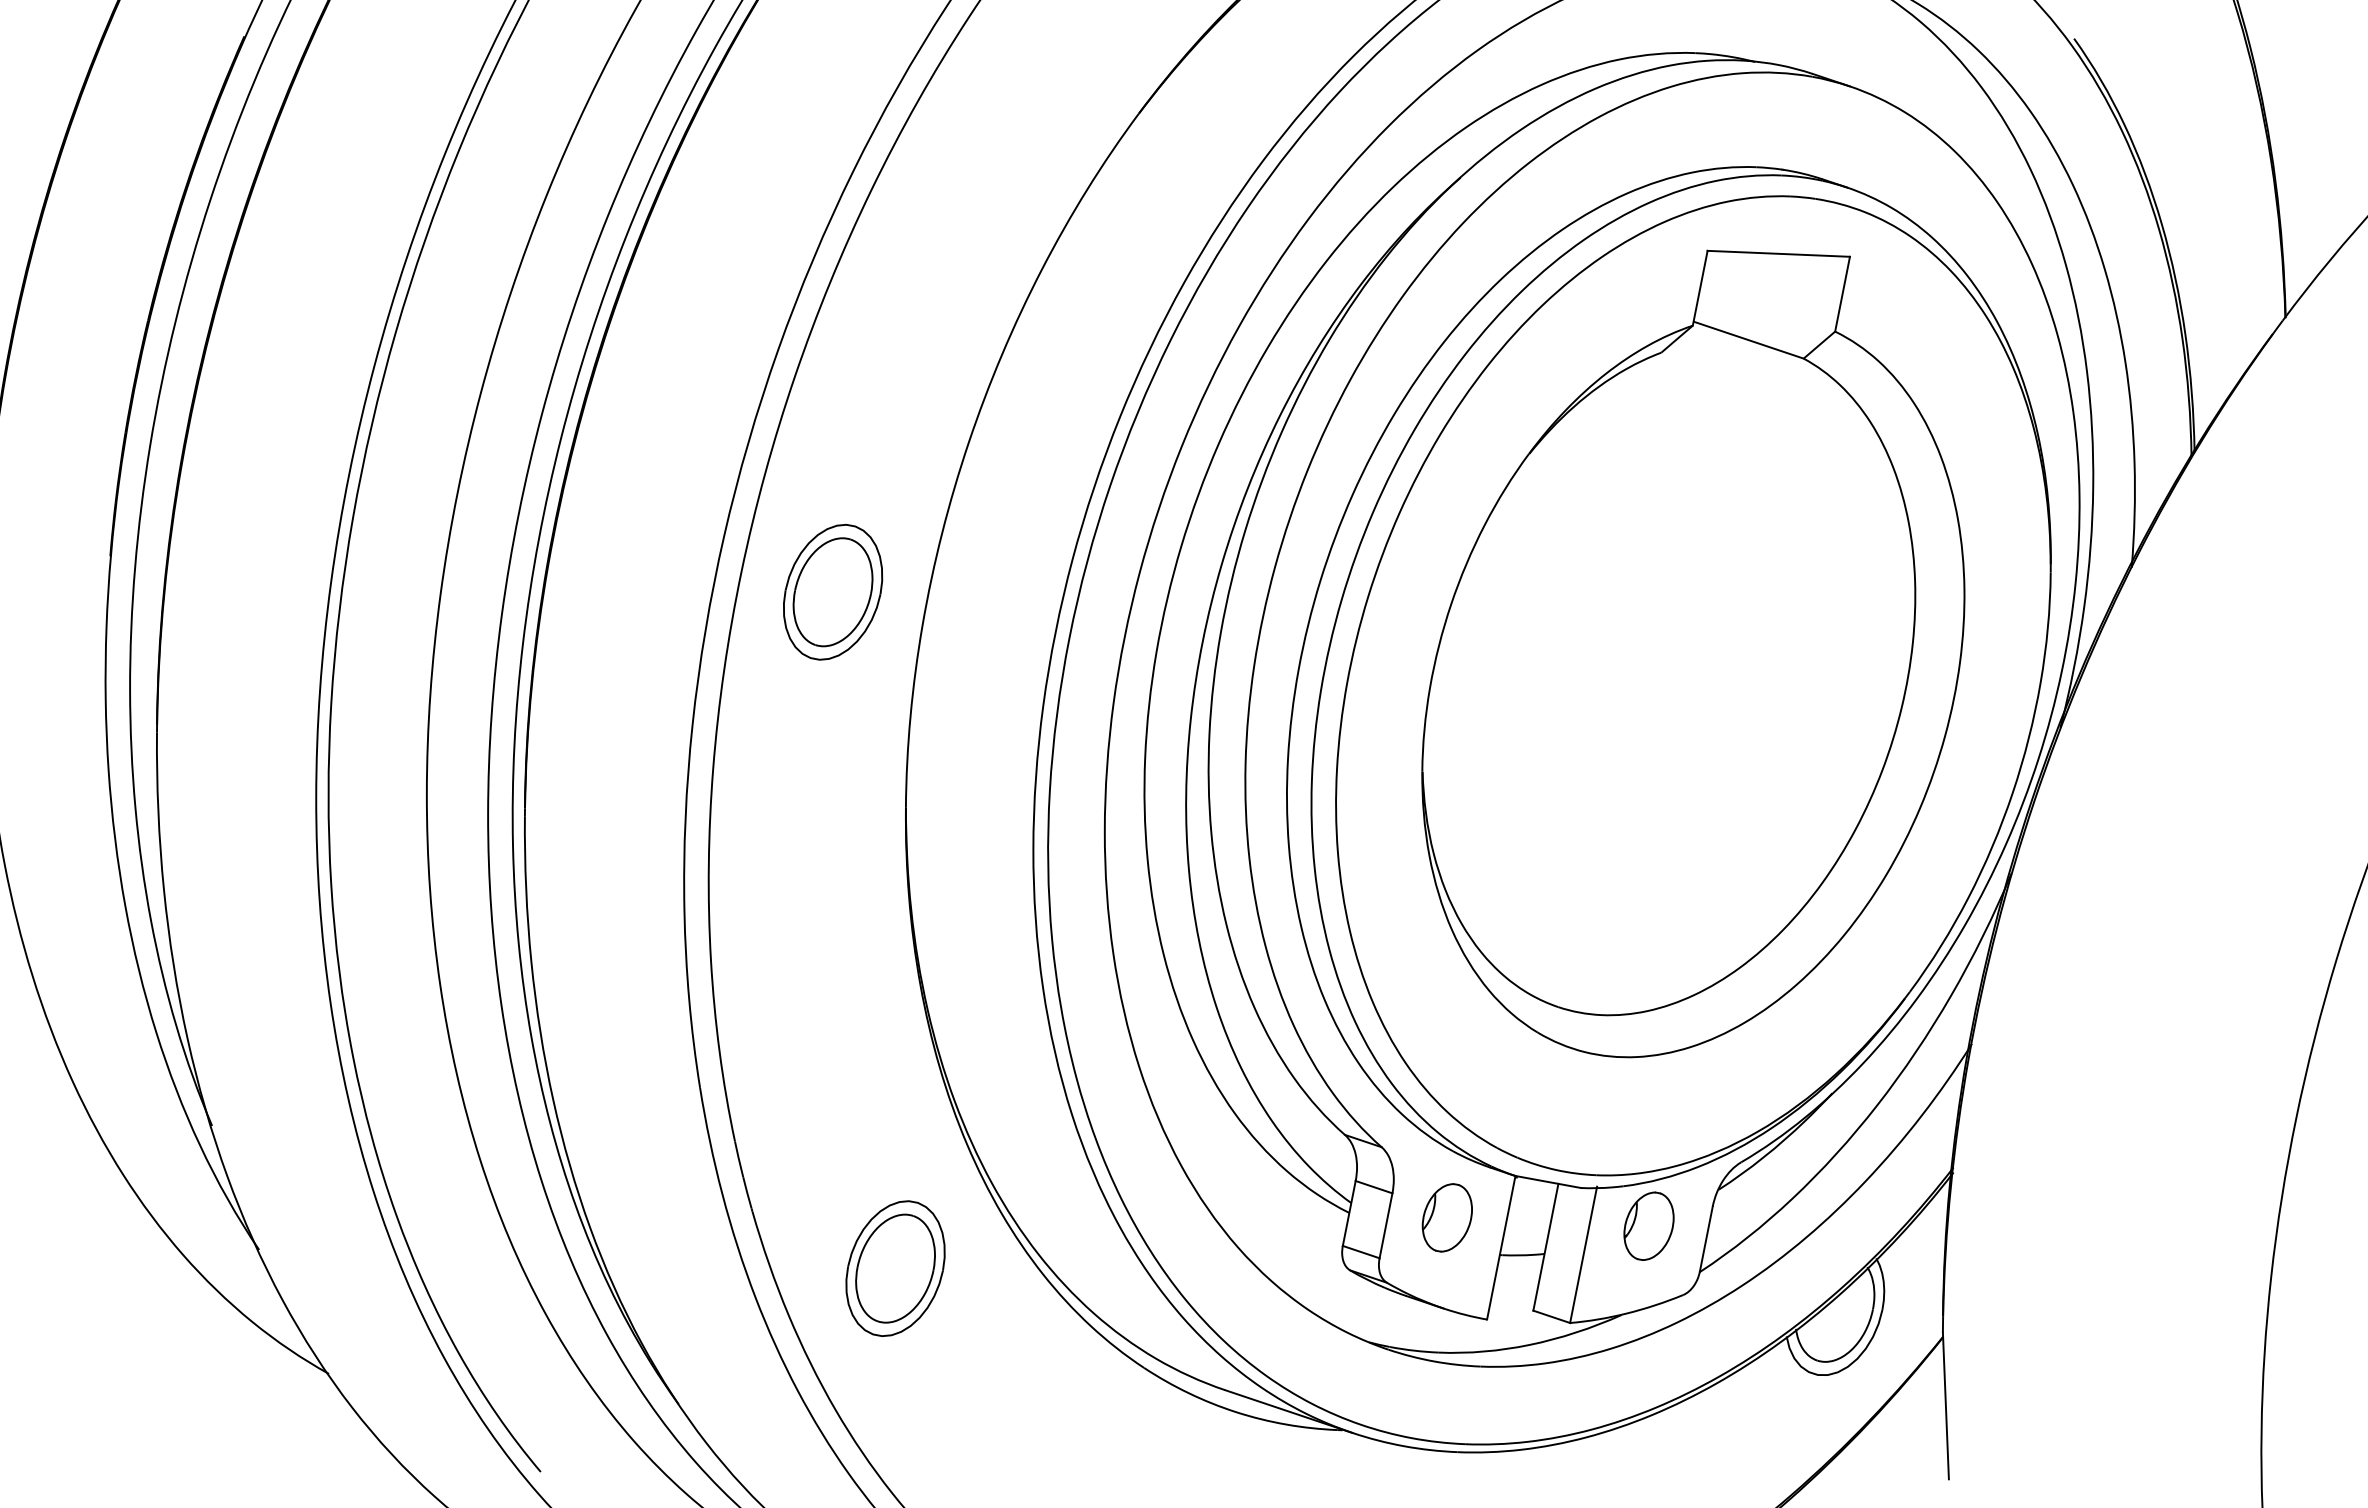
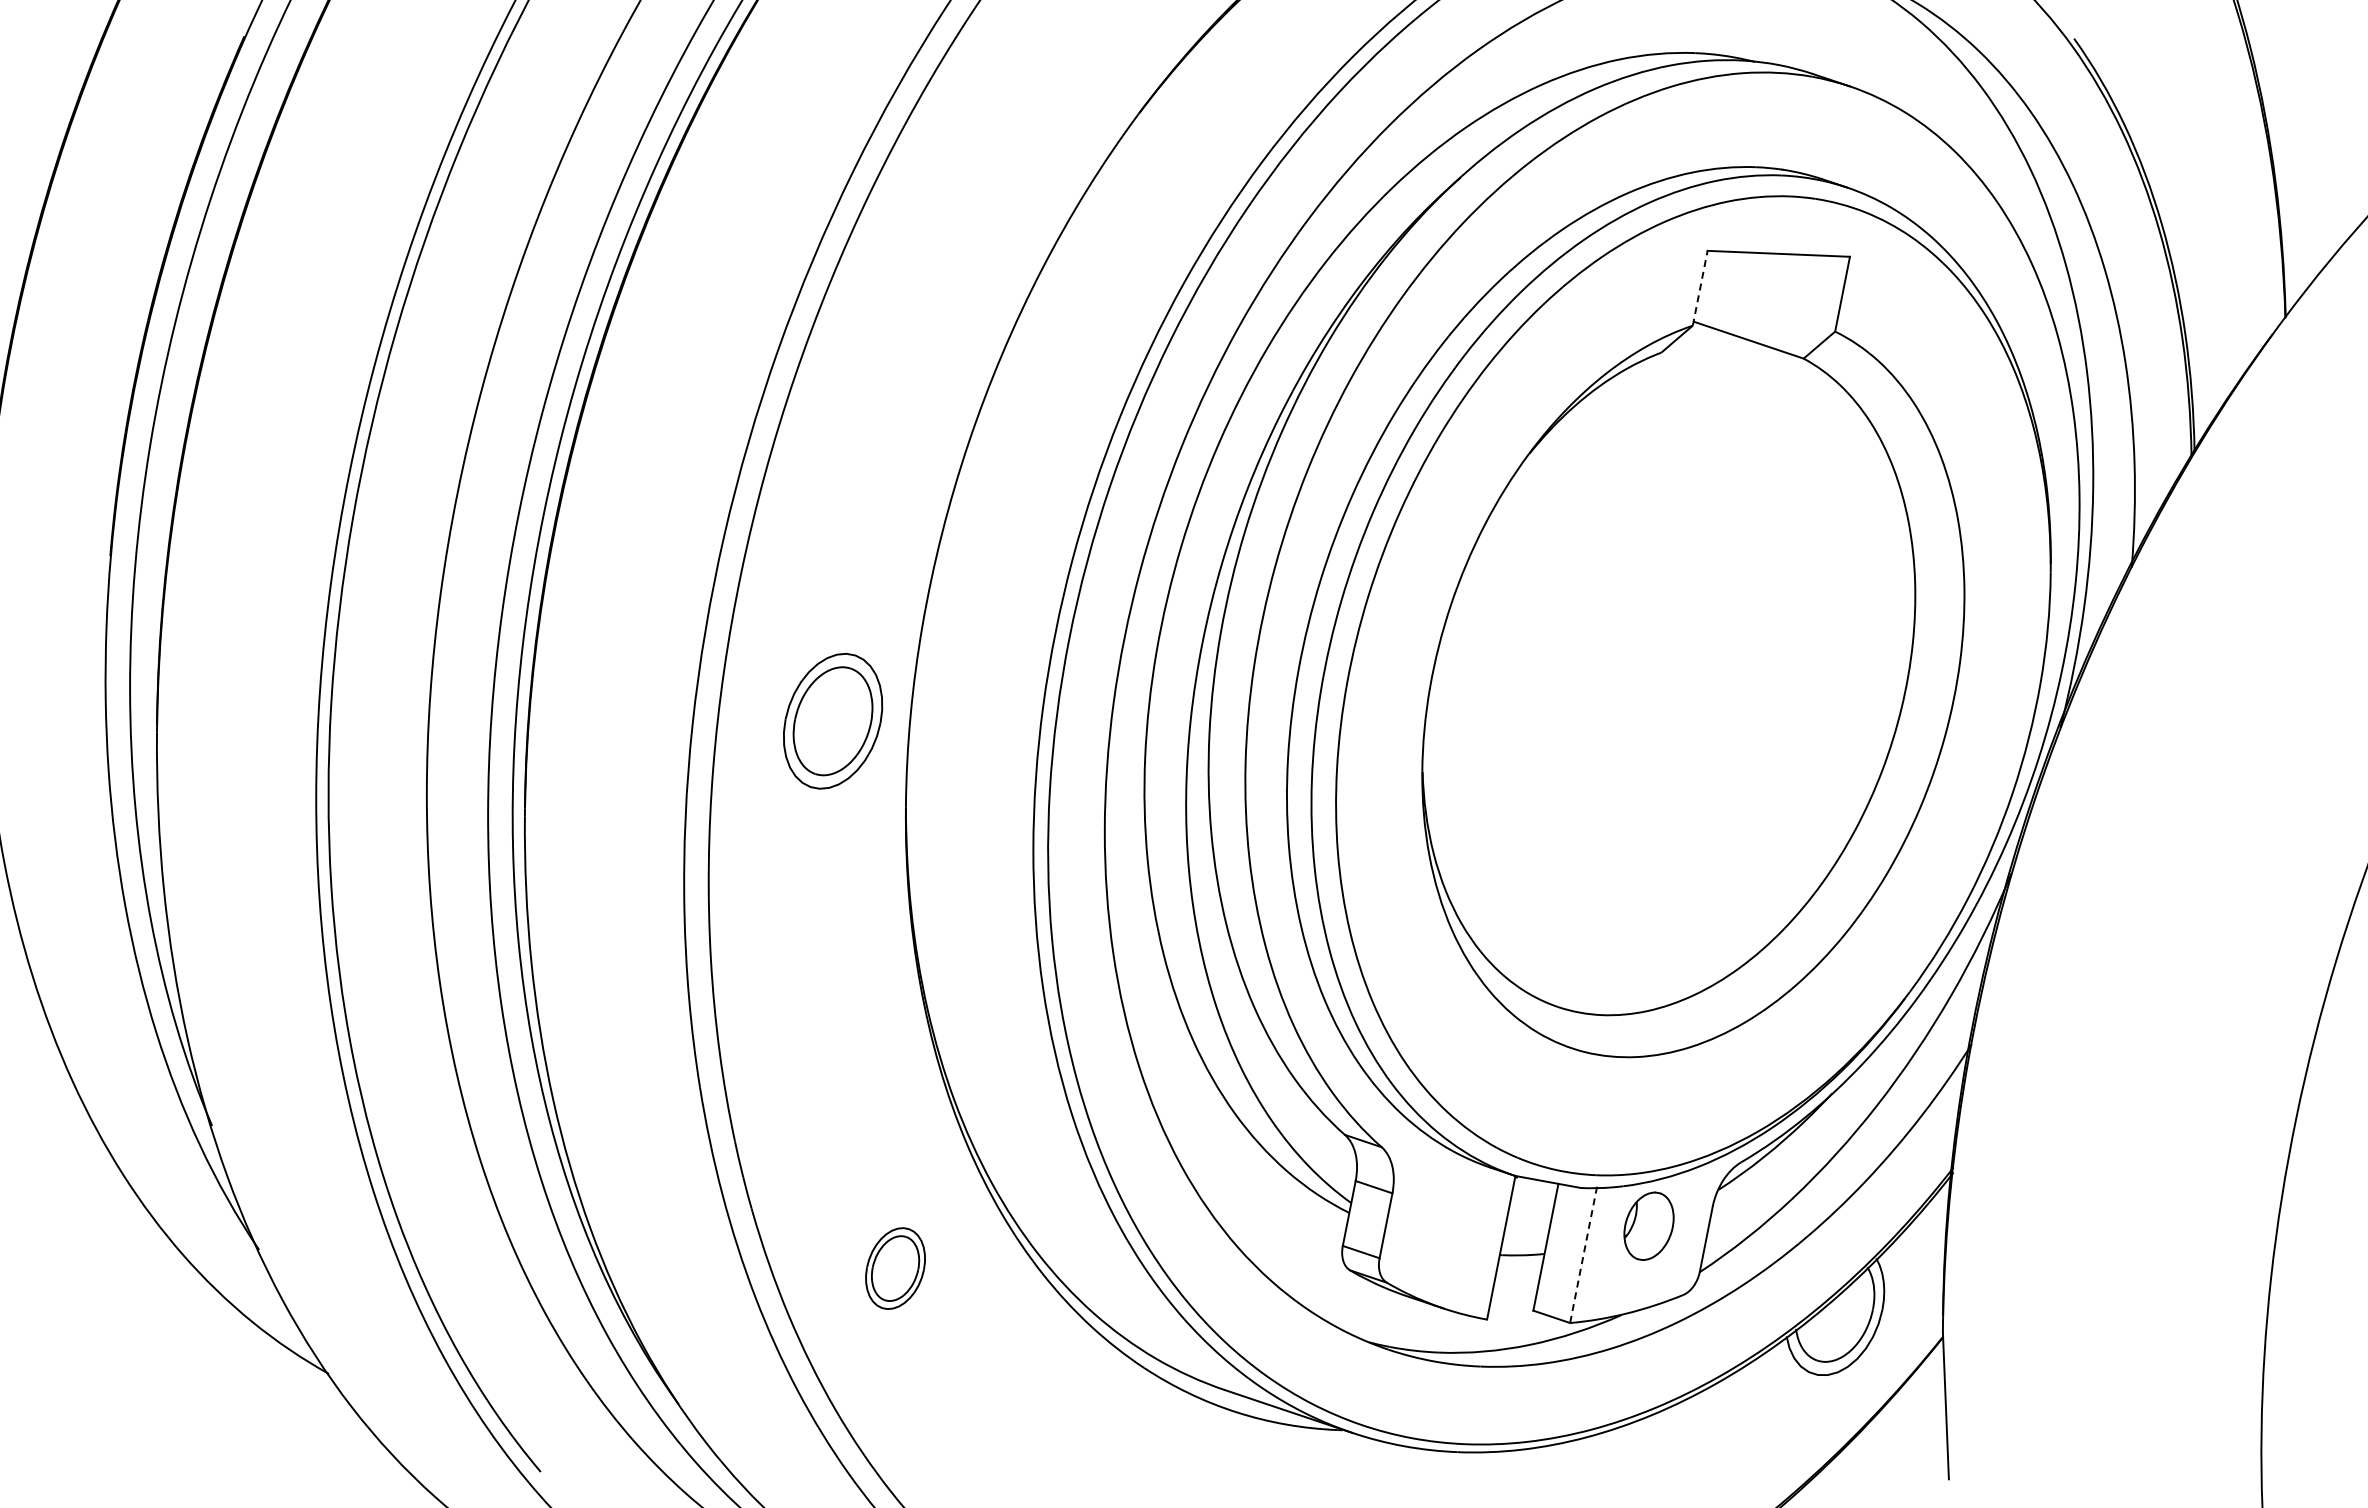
line at (1700, 287): solid -> dashed
part at (833, 591) position: (833, 591) -> (833, 720)
part at (1446, 1217): present -> none
line at (1583, 1255): solid -> dashed
part at (895, 1268) size: 101x137 px -> 61x83 px
